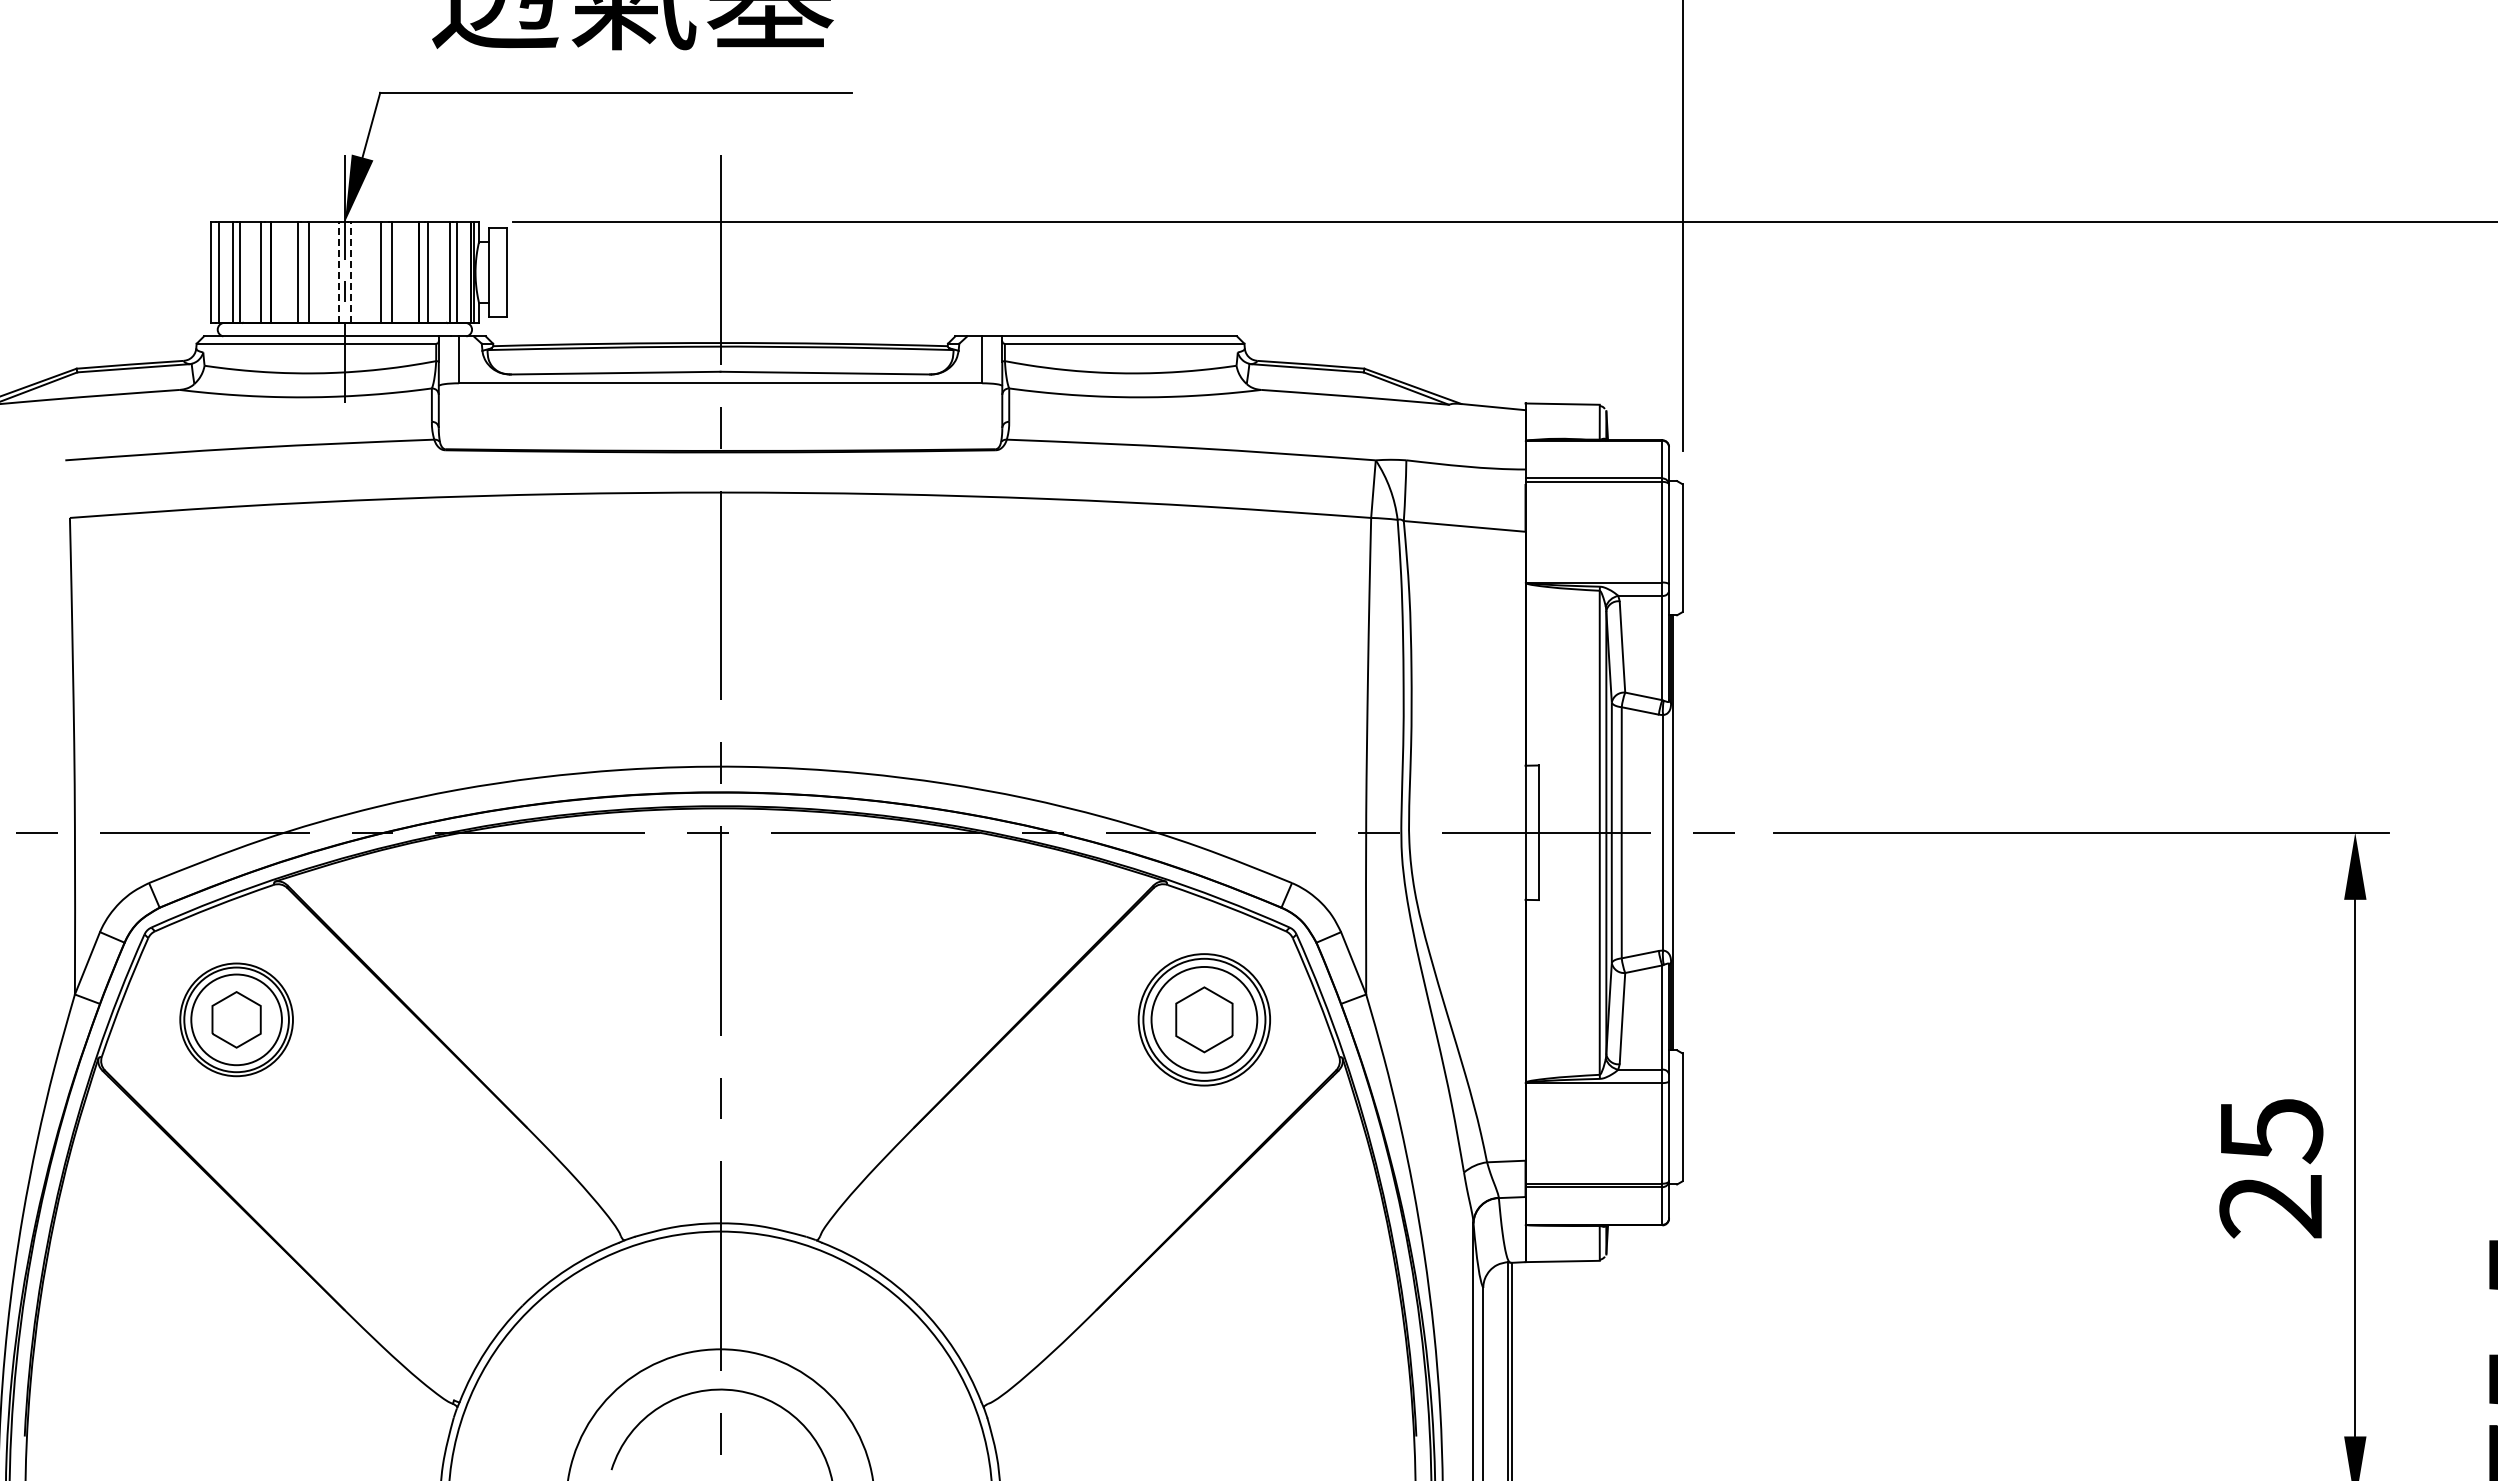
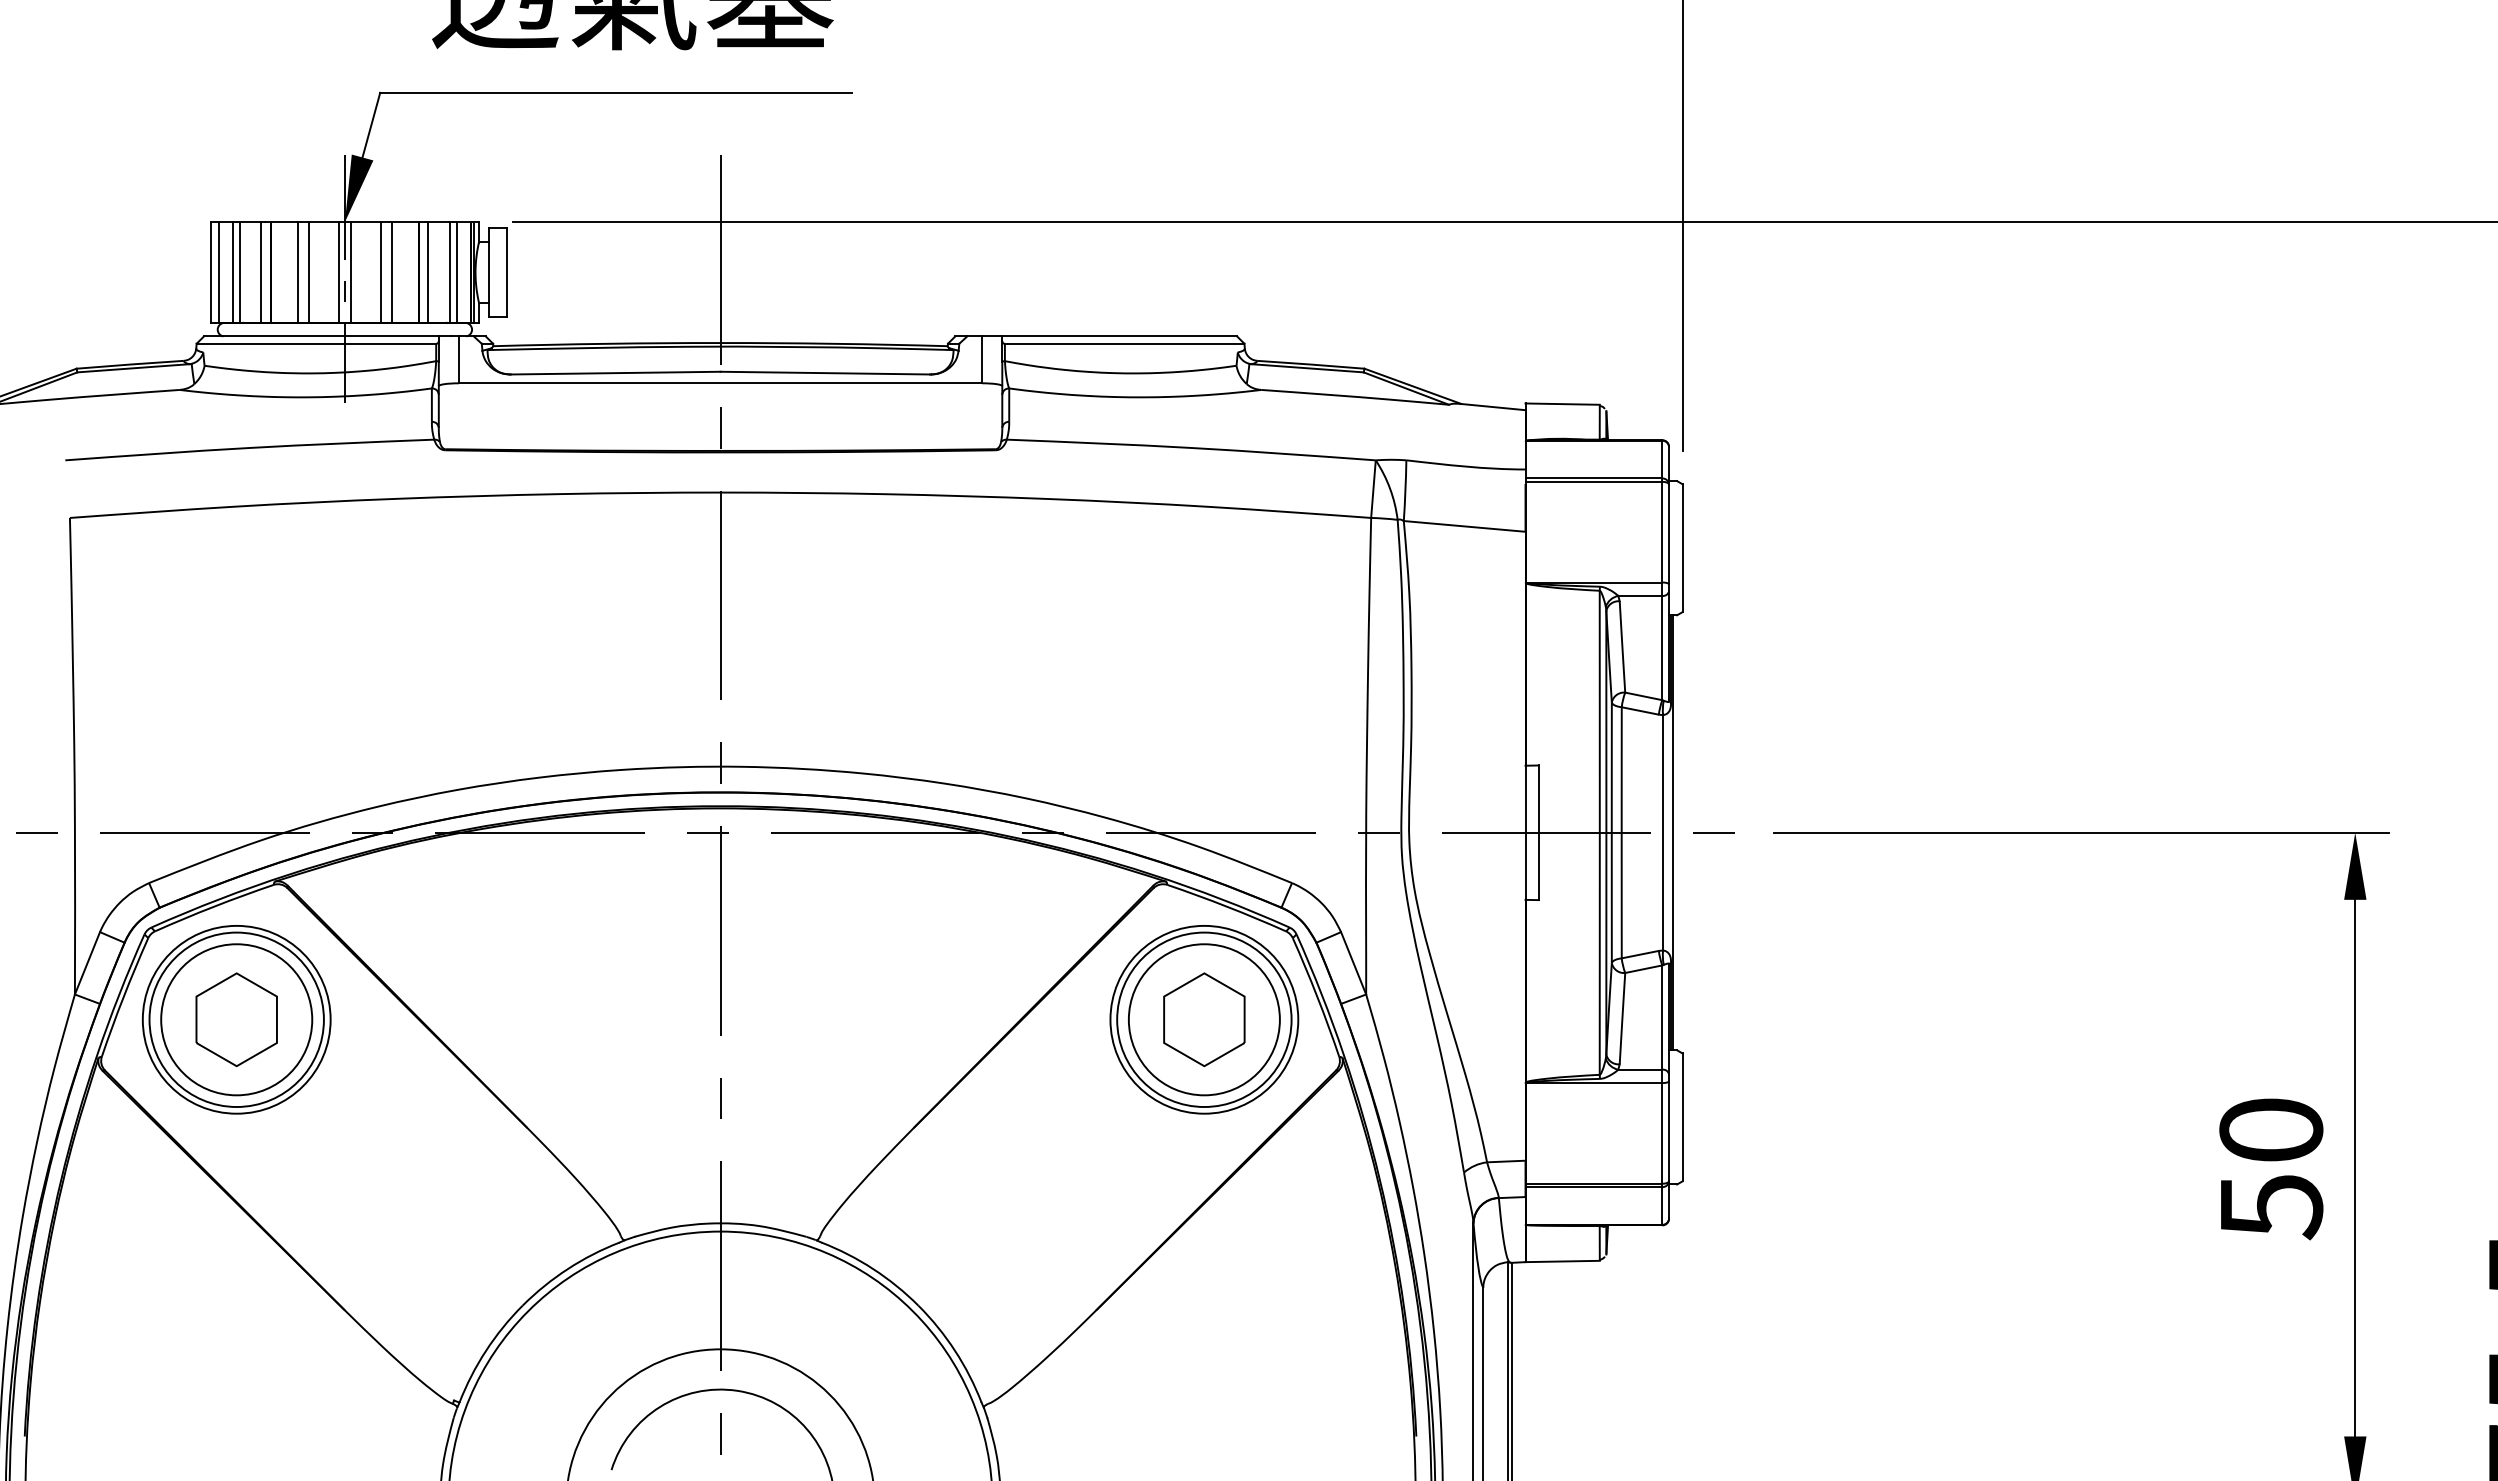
line at (339, 272): dashed -> solid
line at (350, 272): dashed -> solid
part at (236, 1019) size: 115x116 px -> 191x190 px
part at (1203, 1019) size: 134x134 px -> 191x190 px
text at (2271, 1169): 25 -> 50
